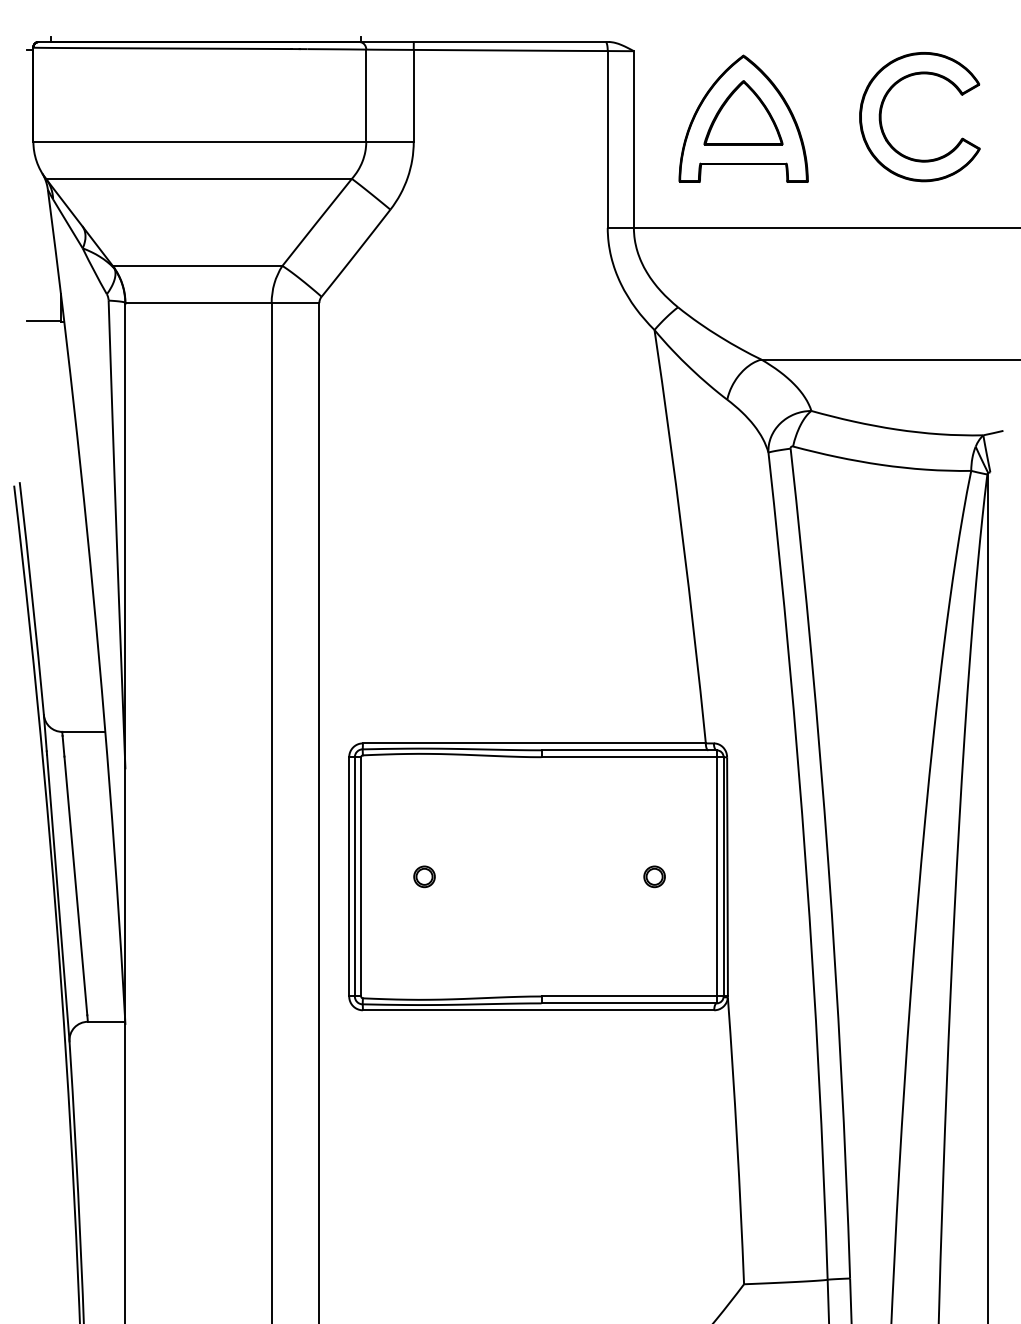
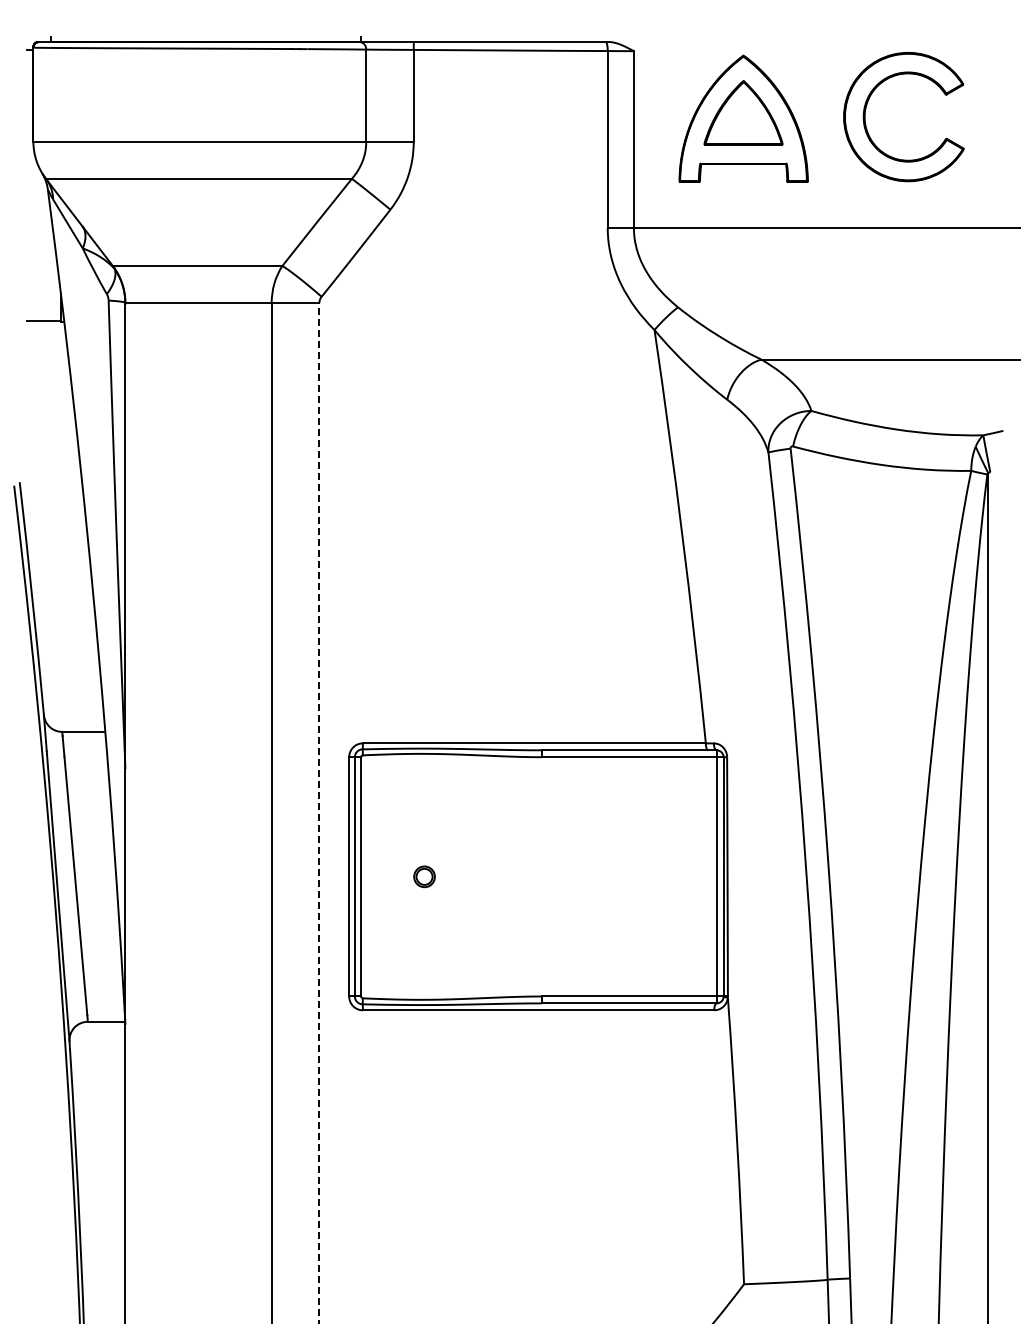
part at (883, 128) position: (883, 128) -> (867, 128)
line at (319, 813): solid -> dashed
part at (654, 876): present -> none
